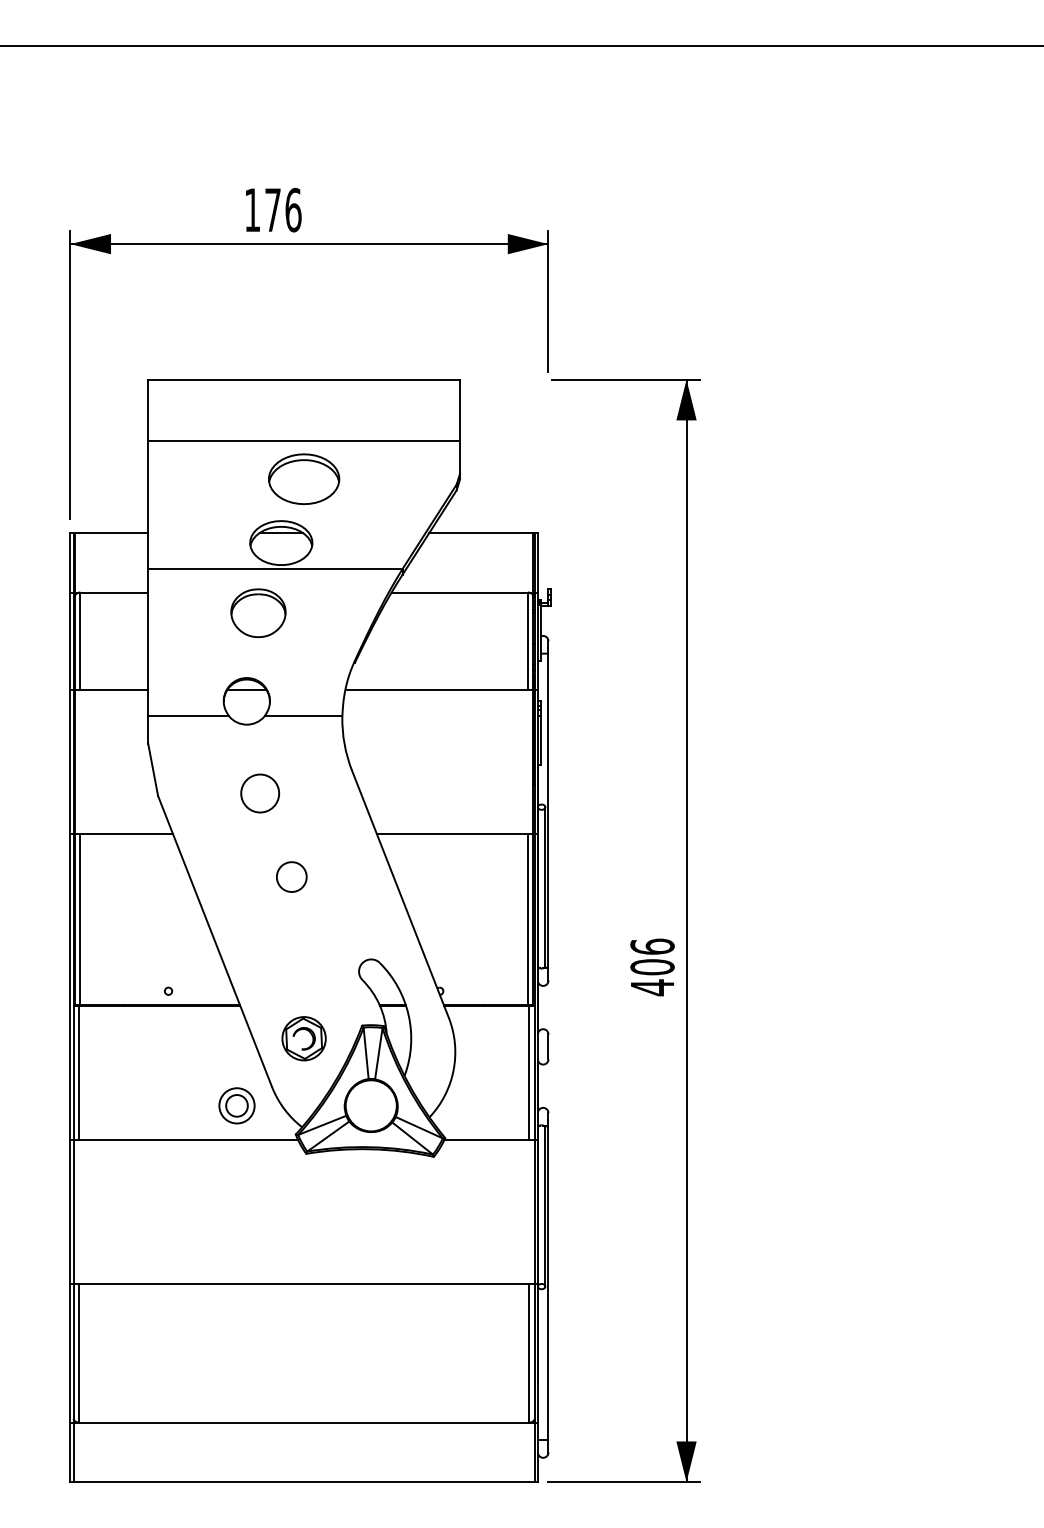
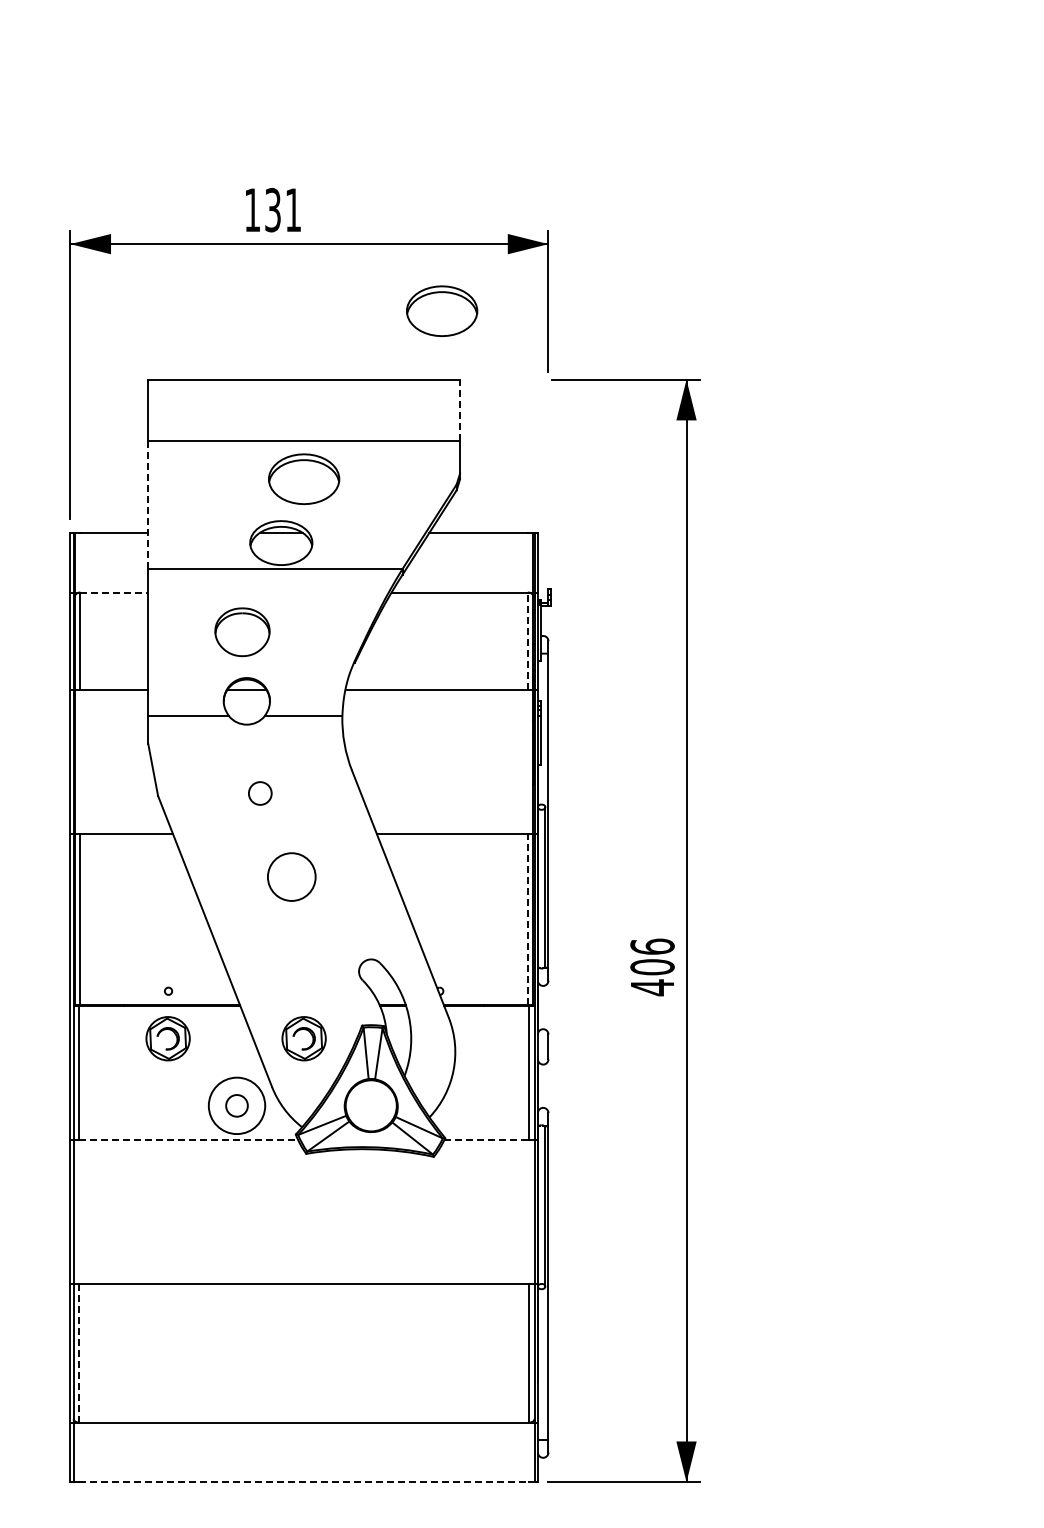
line at (521, 45): present -> none
text at (283, 209): 176 -> 131
part at (442, 311): none -> present
line at (460, 410): solid -> dashed
line at (148, 504): solid -> dashed
line at (114, 592): solid -> dashed
part at (258, 613) position: (258, 613) -> (242, 632)
line at (527, 641): solid -> dashed
circle at (260, 793) size: 41x41 px -> 25x25 px
circle at (291, 877) diameter: 30 px -> 48 px
line at (527, 919): solid -> dashed
part at (167, 1038): none -> present
circle at (236, 1105) diameter: 35 px -> 56 px
line at (188, 1140): solid -> dashed
line at (487, 1140): solid -> dashed
line at (79, 1353): solid -> dashed
line at (304, 1482): solid -> dashed
